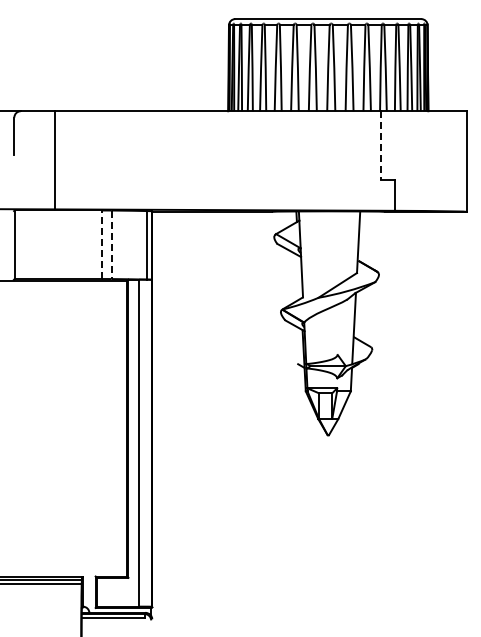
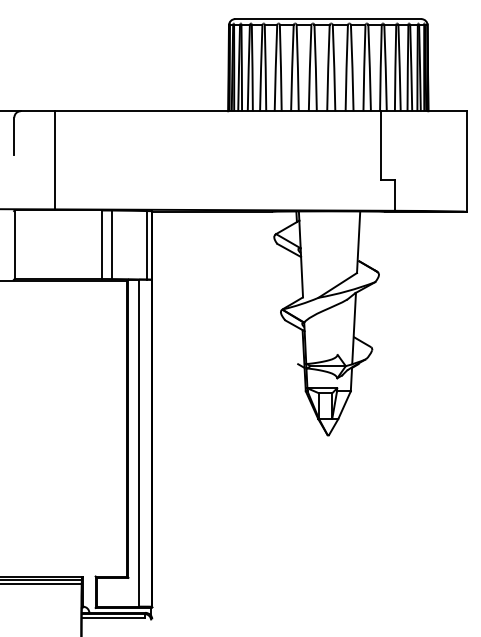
line at (380, 145): dashed -> solid
line at (101, 244): dashed -> solid
line at (111, 245): dashed -> solid
